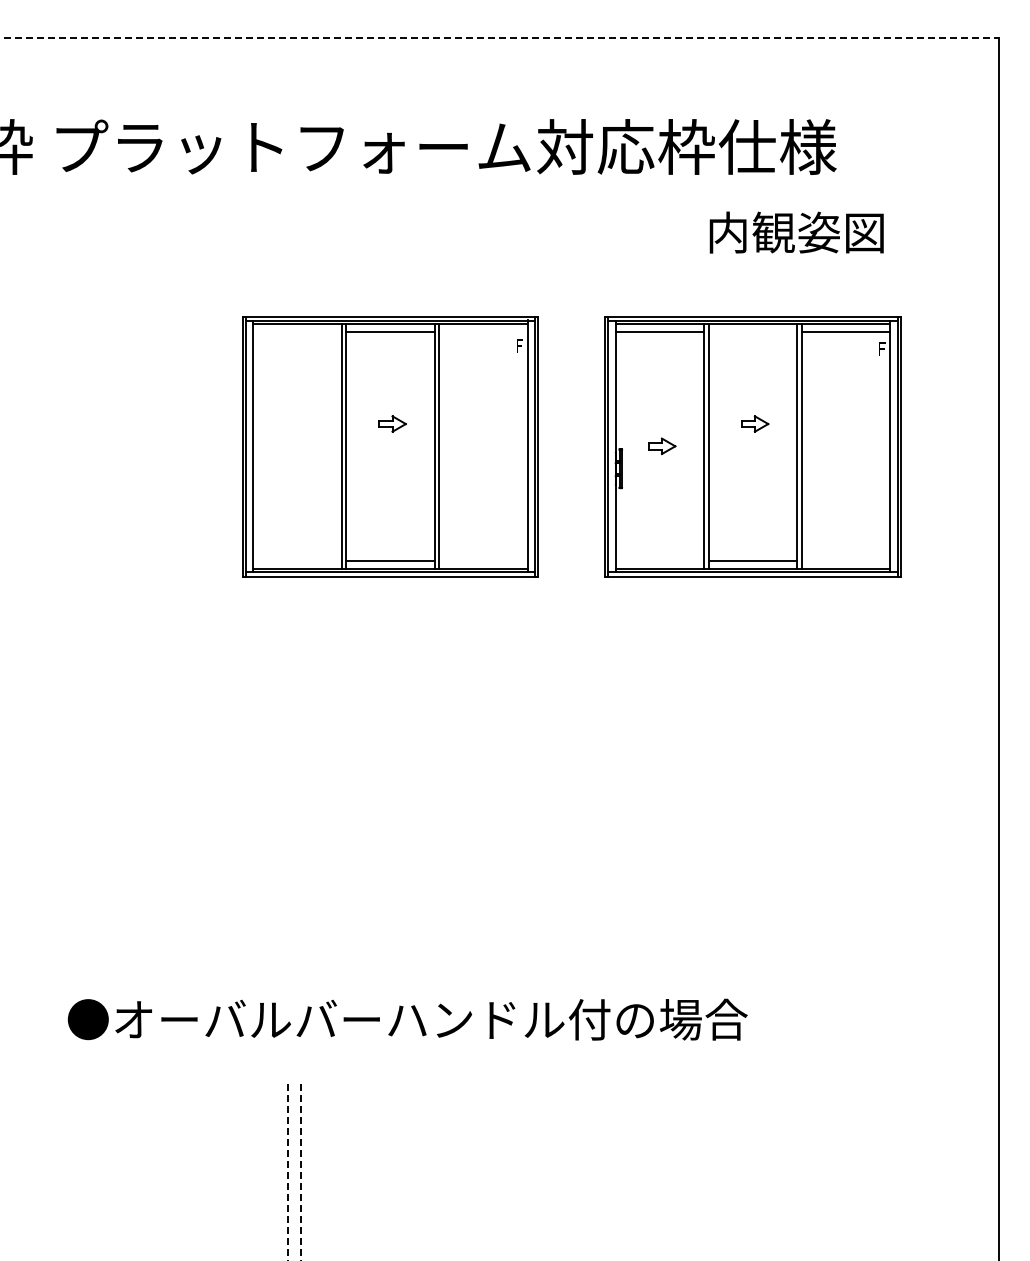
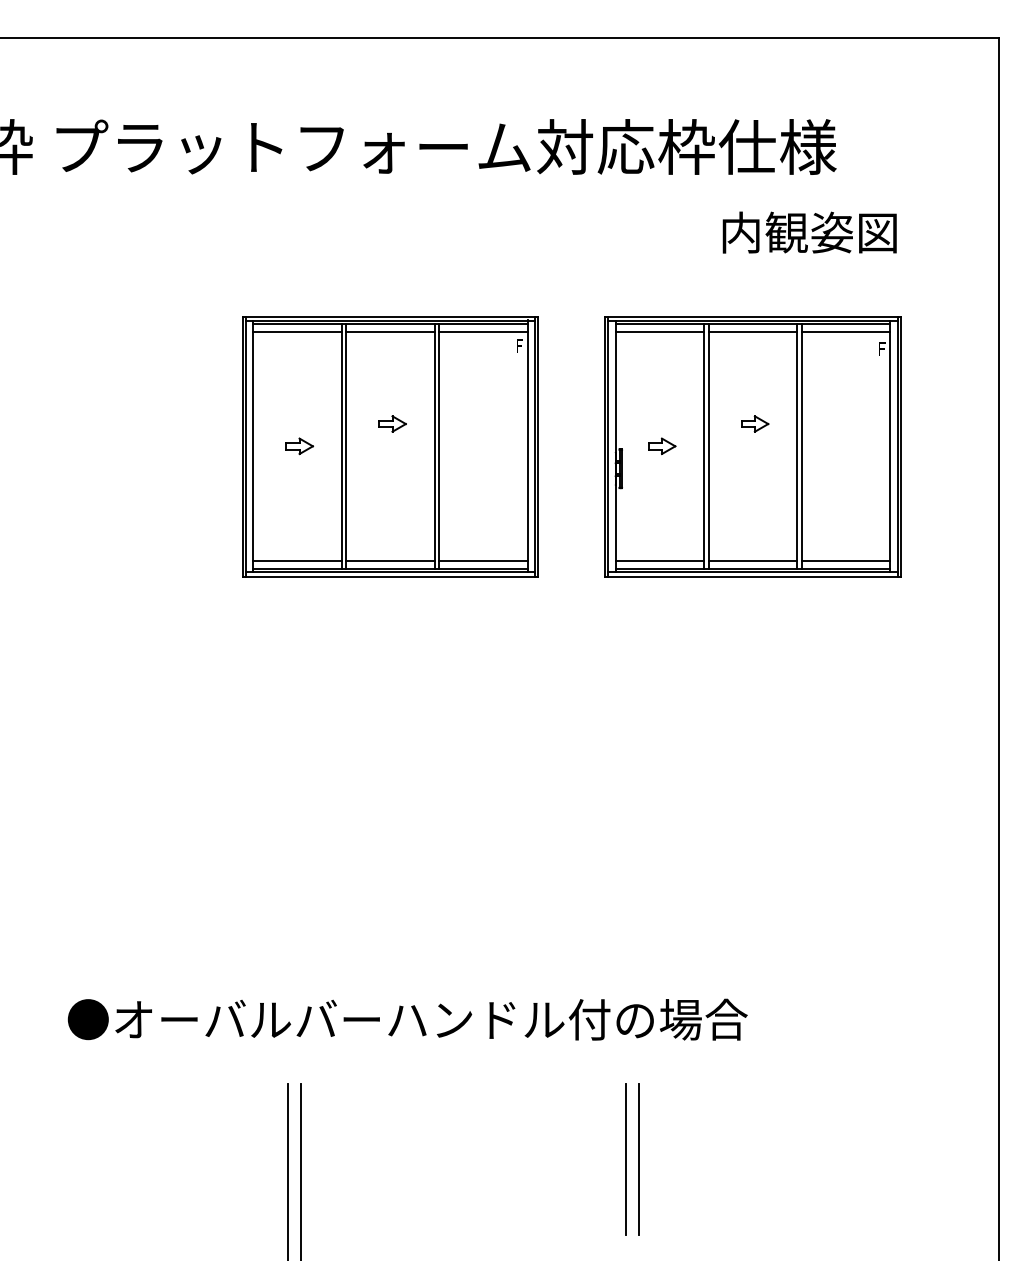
line at (500, 37): dashed -> solid
text at (796, 232) position: (796, 232) -> (809, 232)
line at (297, 331): none -> present
line at (483, 331): none -> present
line at (752, 331): none -> present
part at (299, 446): none -> present
line at (297, 561): none -> present
line at (483, 561): none -> present
line at (659, 561): none -> present
line at (845, 561): none -> present
line at (626, 1159): none -> present
line at (638, 1159): none -> present
line at (300, 1172): dashed -> solid
line at (288, 1173): dashed -> solid
